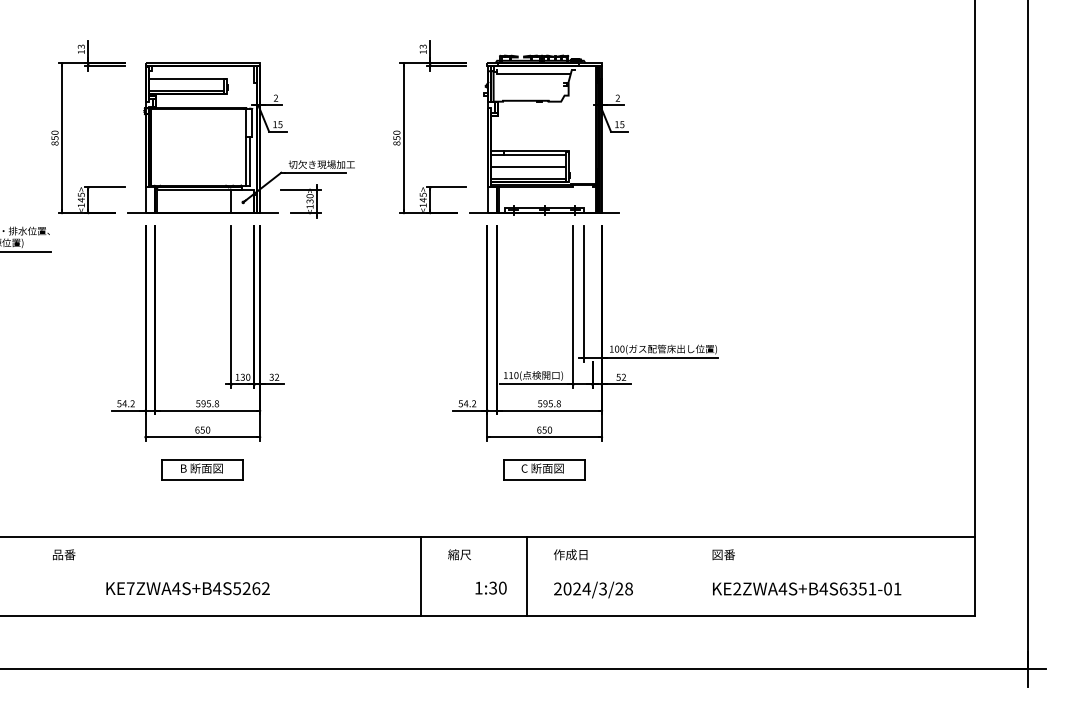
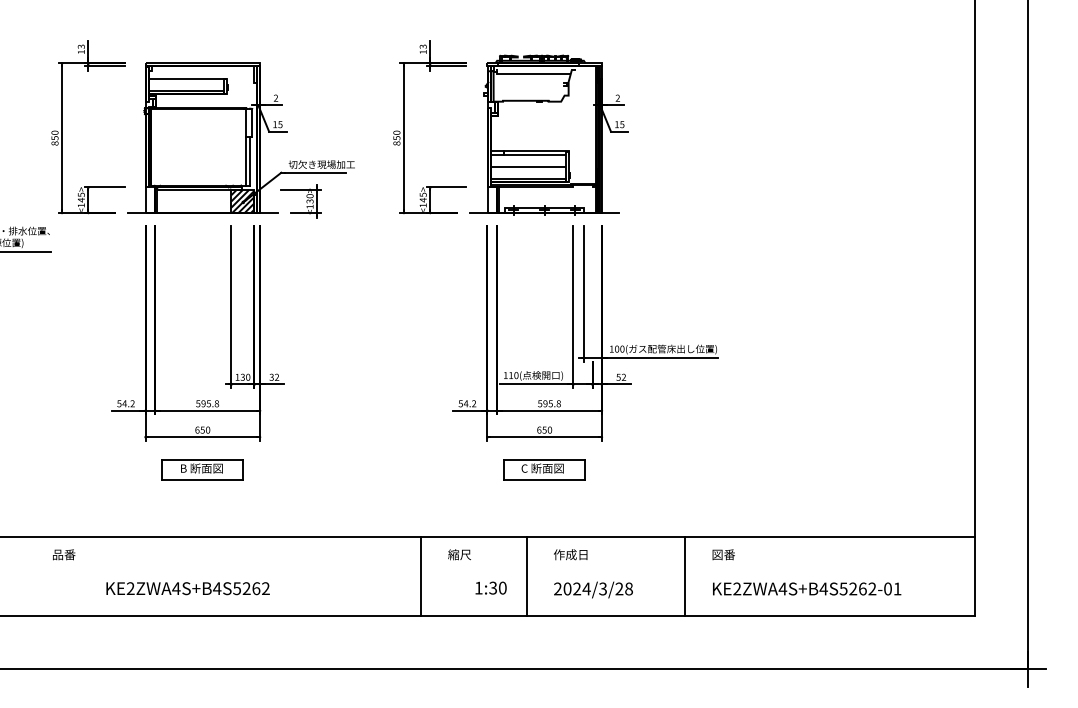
hatch at (242, 201): none -> present
line at (685, 576): none -> present
text at (130, 588): KE7ZWA4S+B4S5262 -> KE2ZWA4S+B4S5262
text at (857, 588): KE2ZWA4S+B4S6351-01 -> KE2ZWA4S+B4S5262-01
